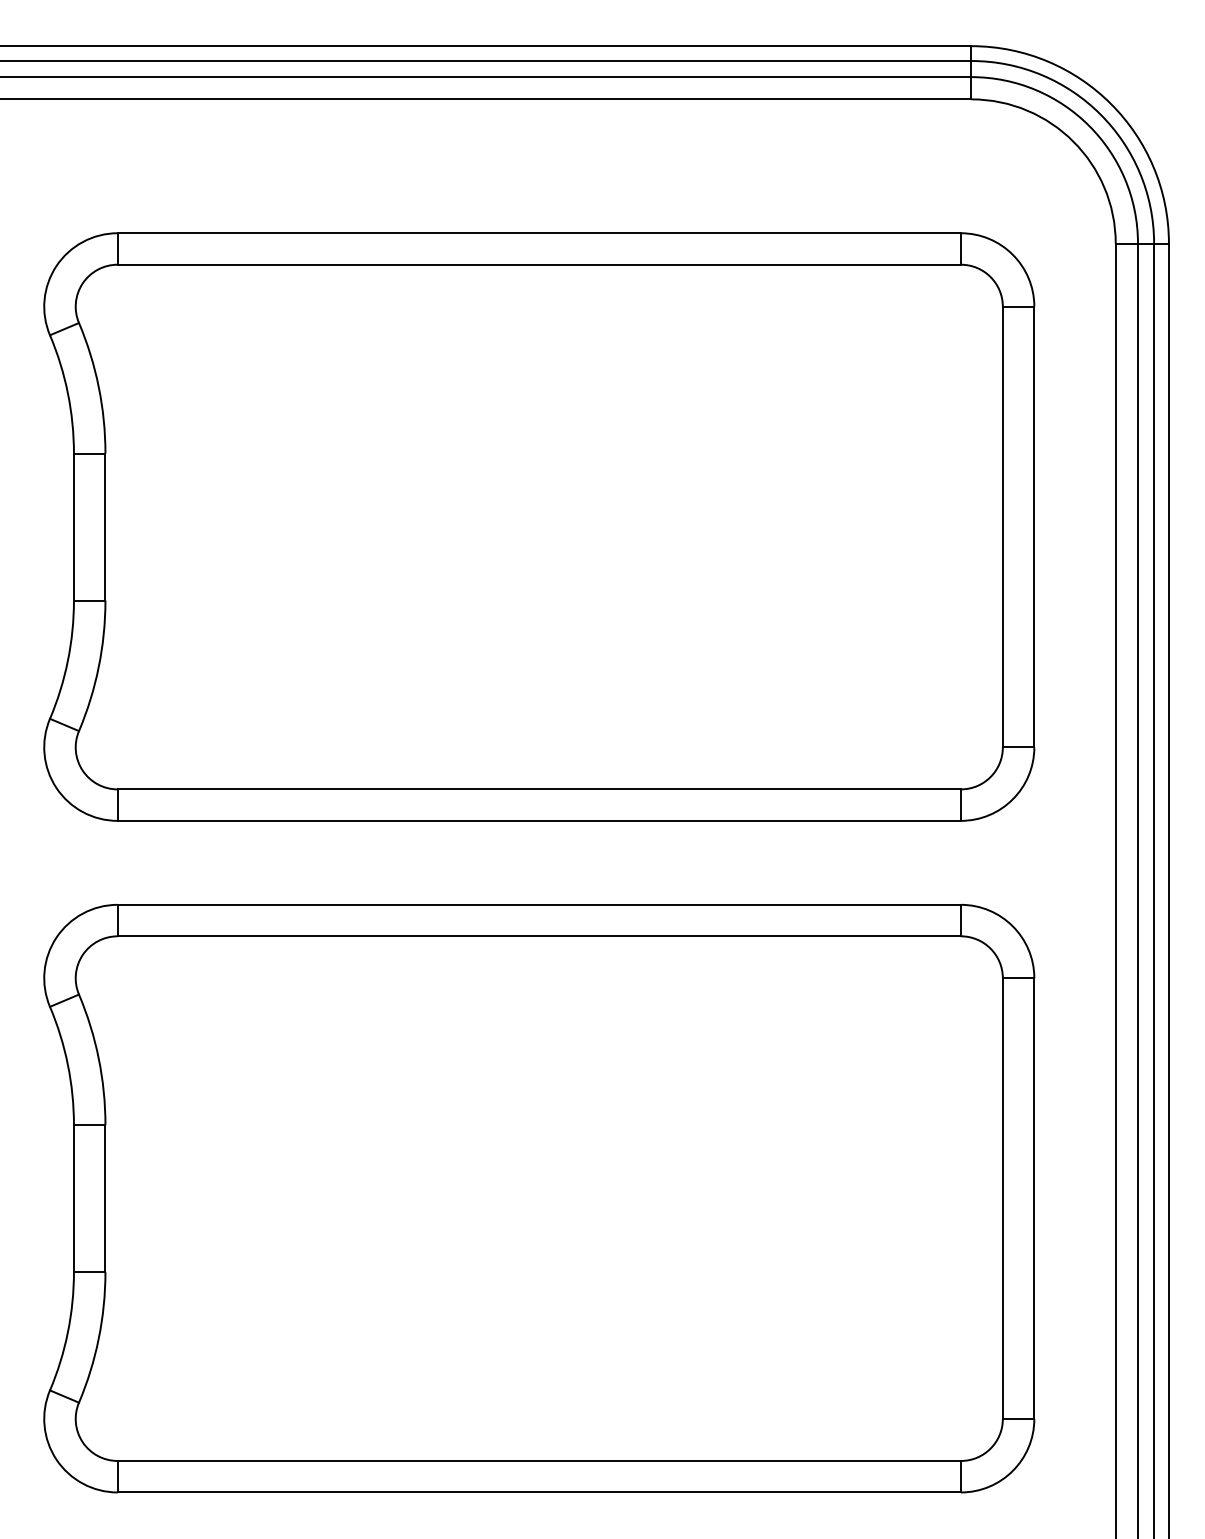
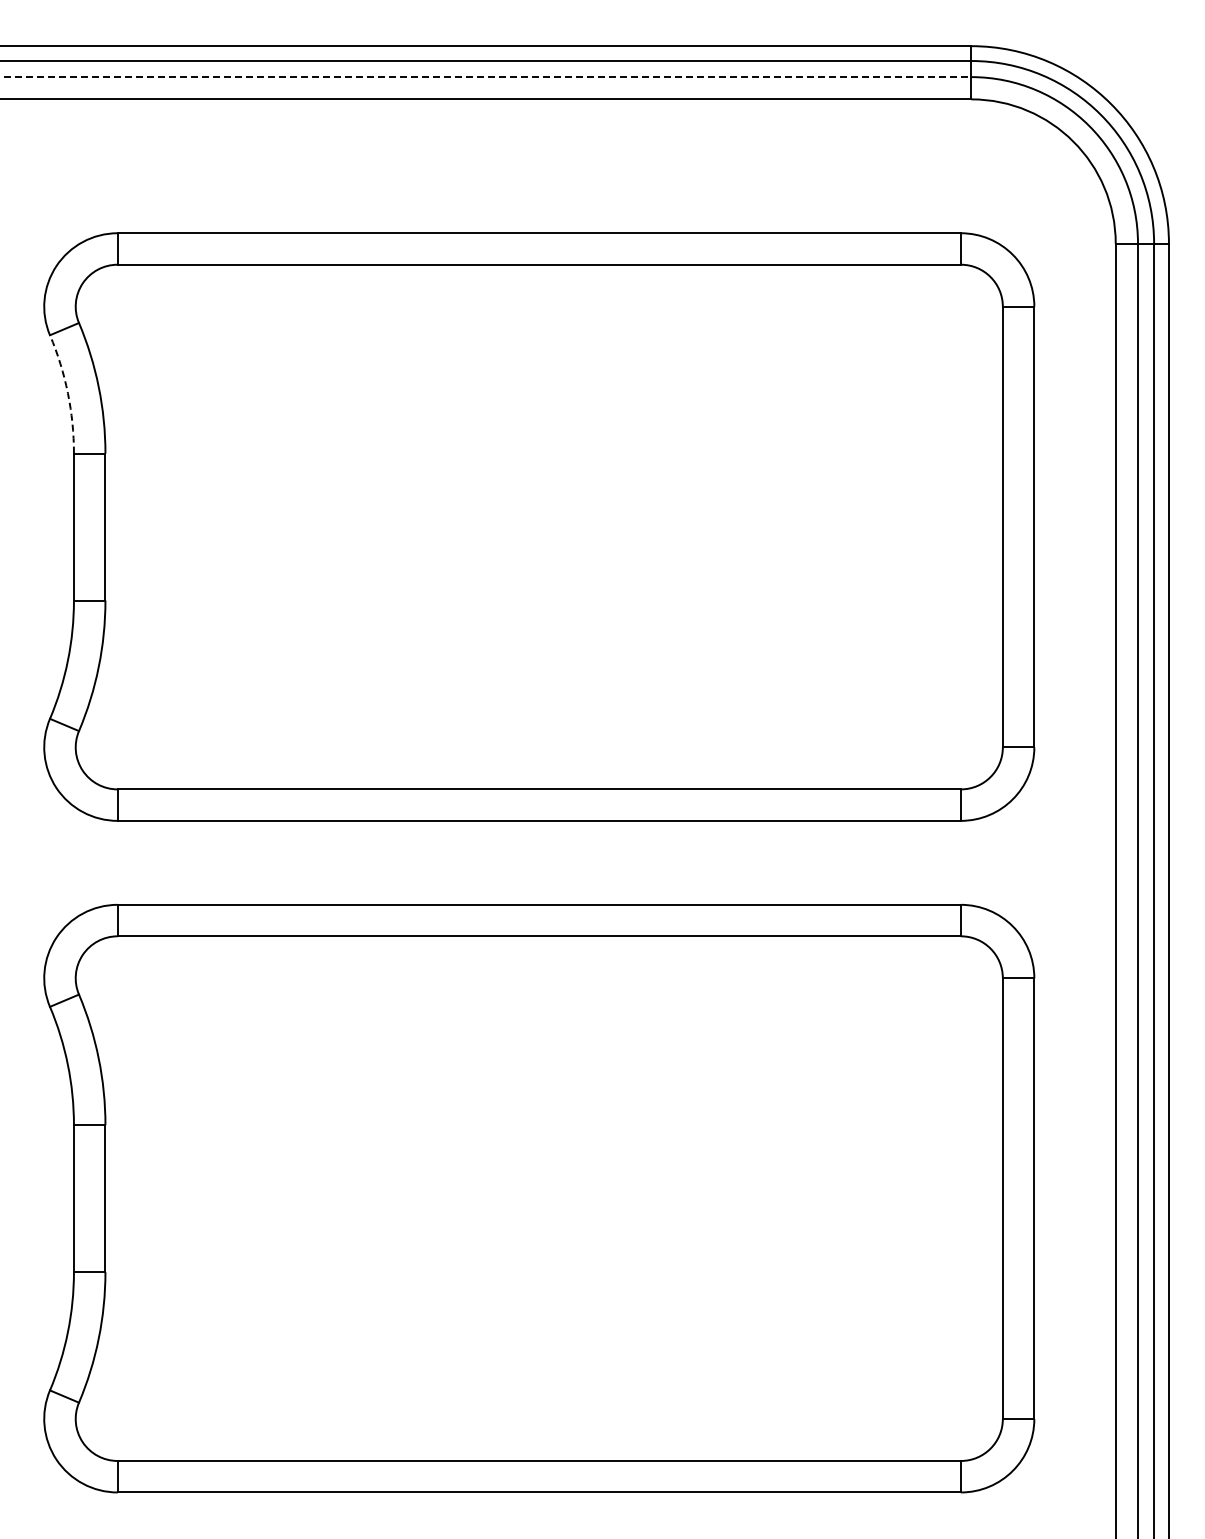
line at (486, 77): solid -> dashed
arc at (67, 393): solid -> dashed
